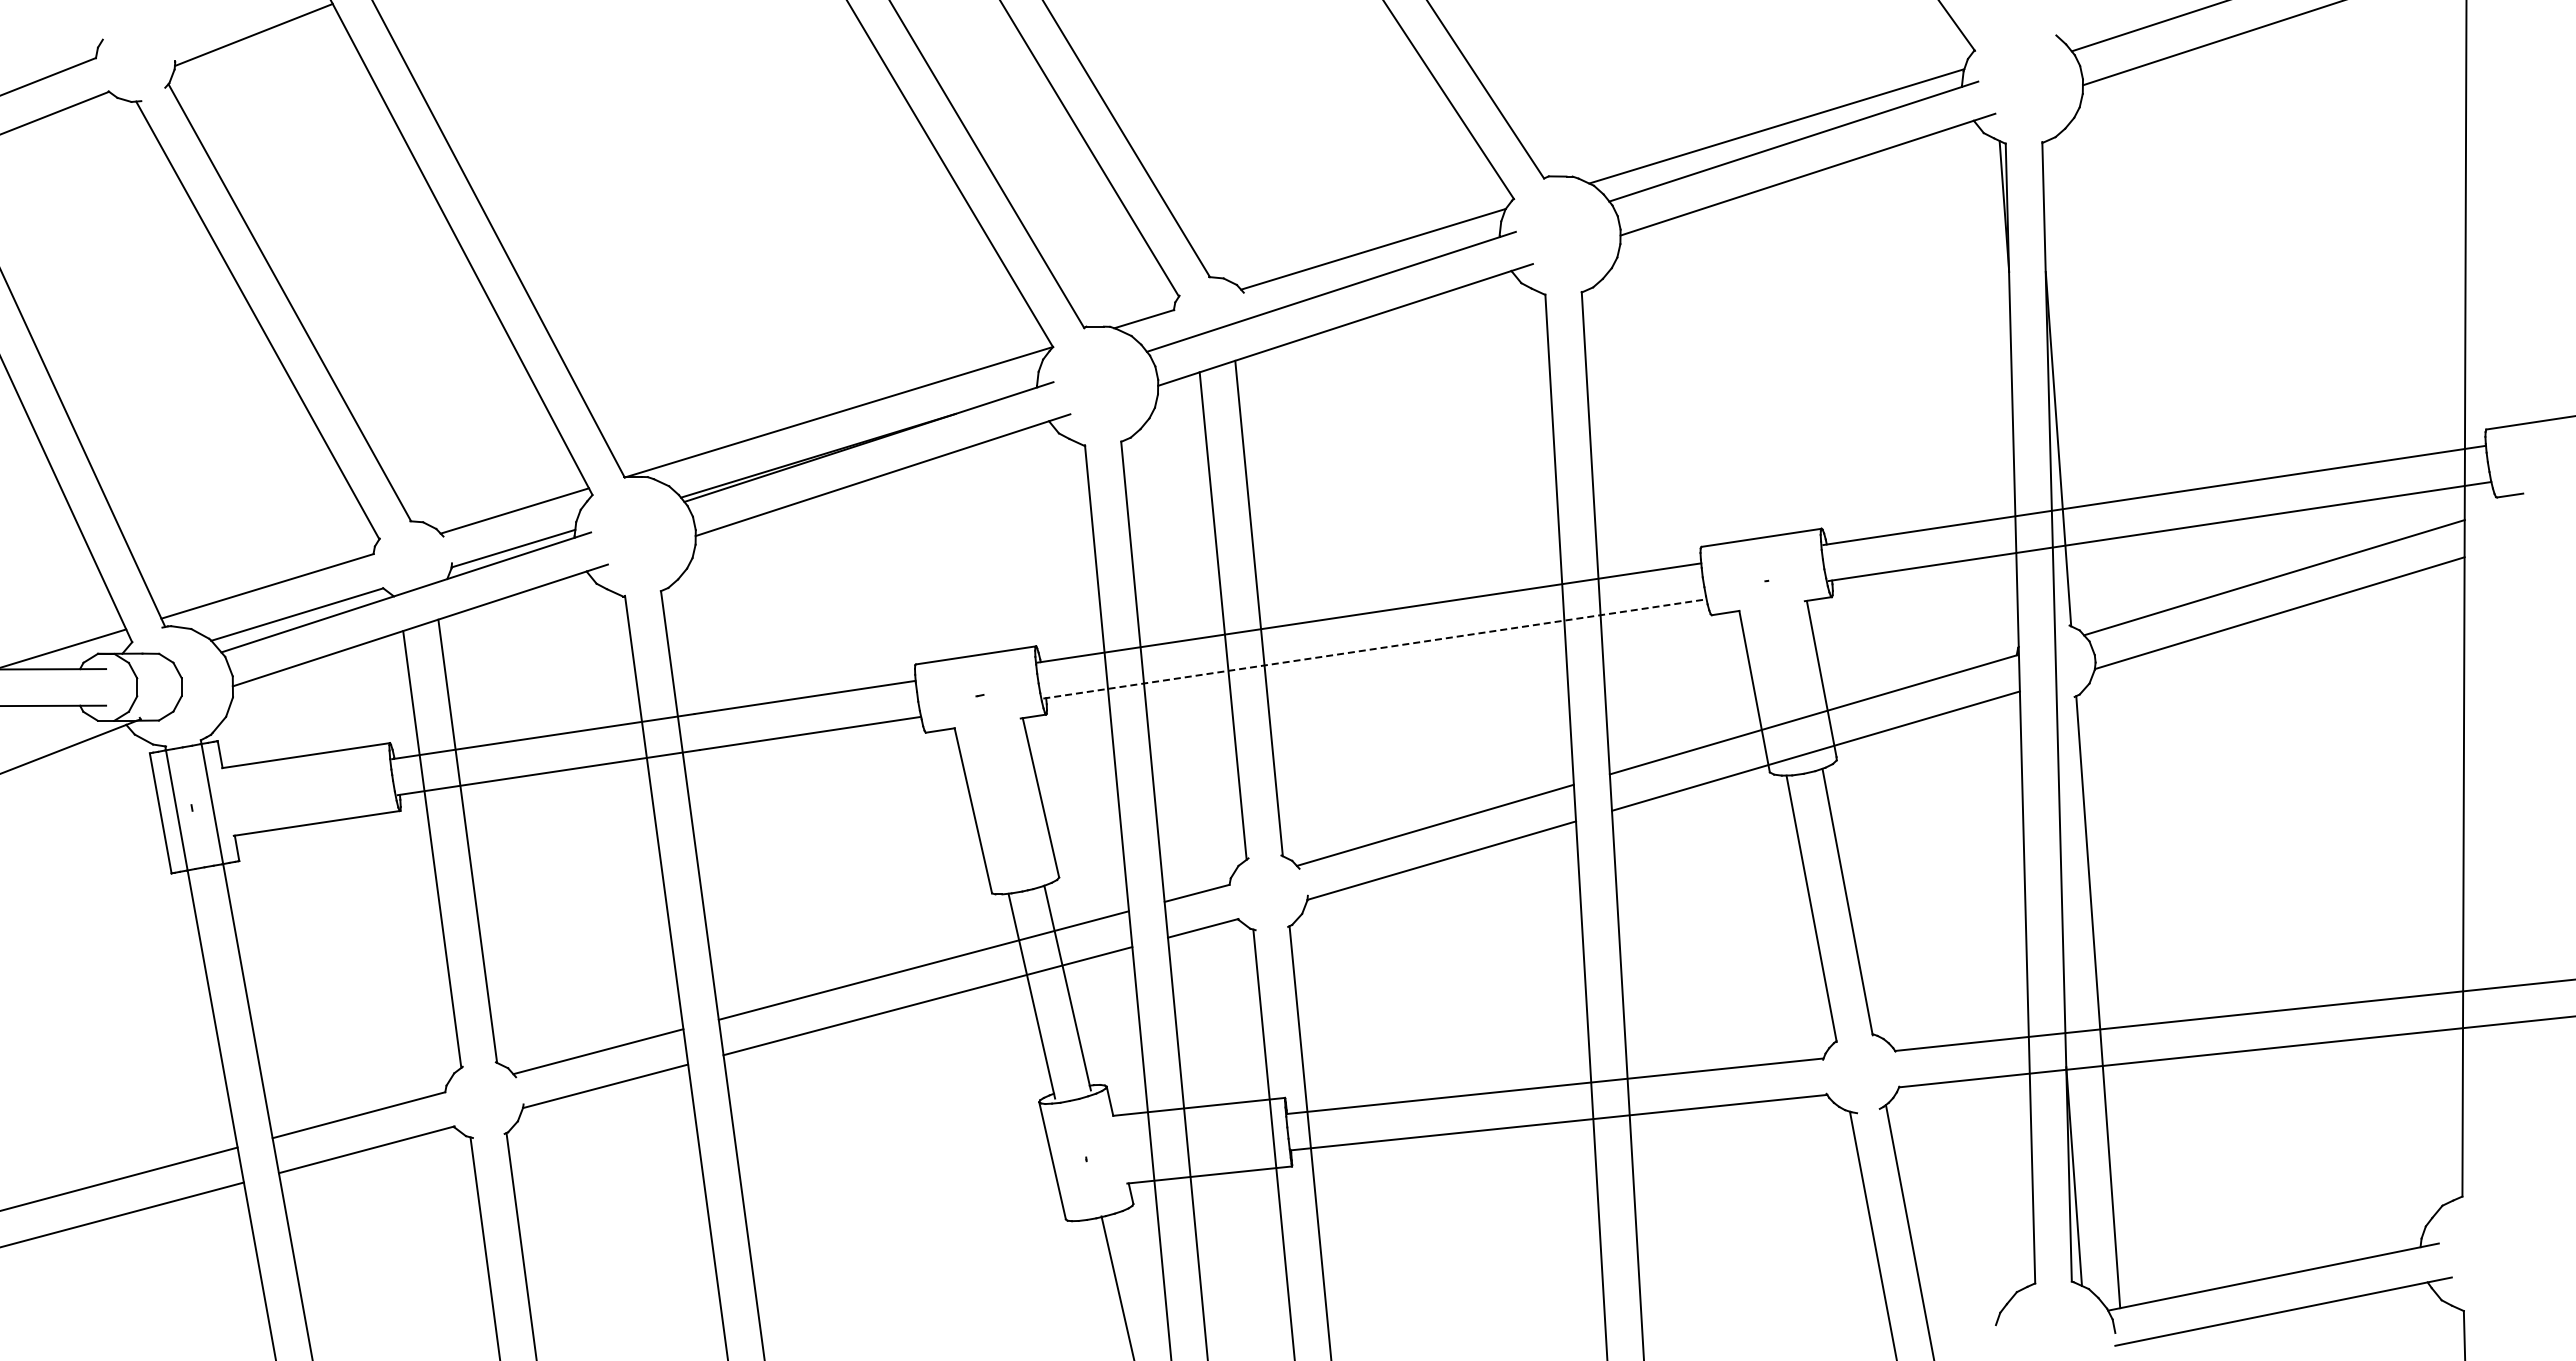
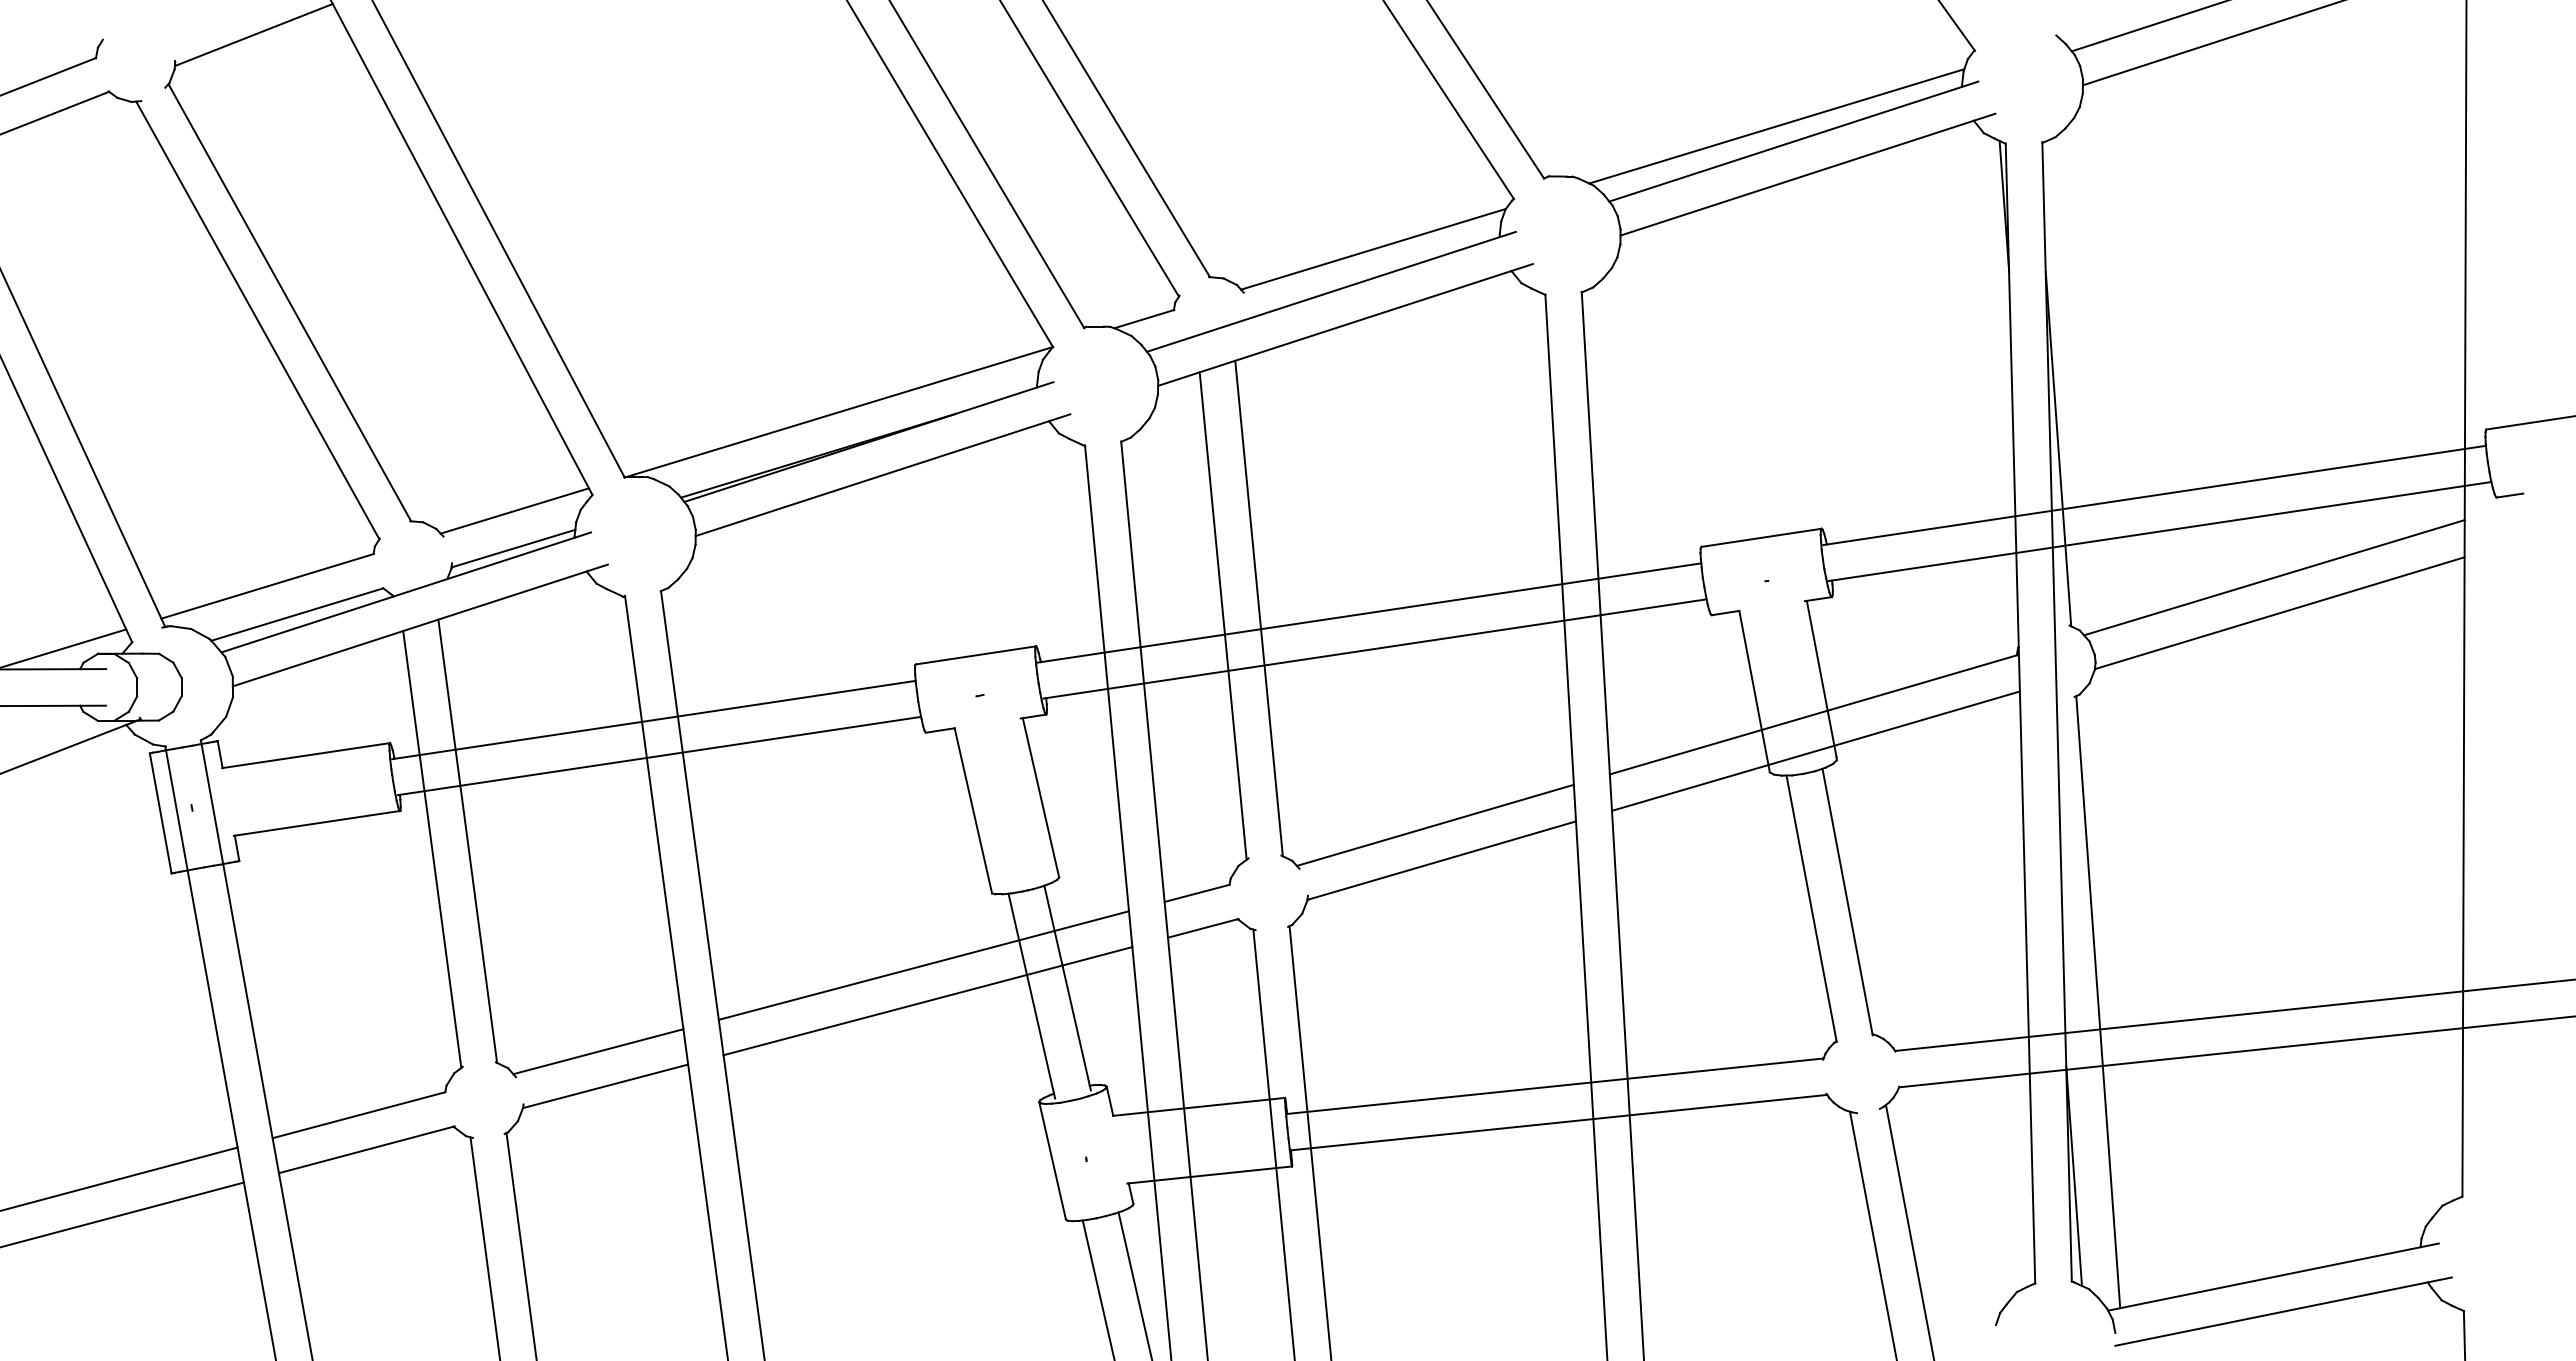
line at (1375, 648): dashed -> solid
line at (1117, 1286) position: (1117, 1286) -> (1134, 1284)
line at (1097, 1288): none -> present
